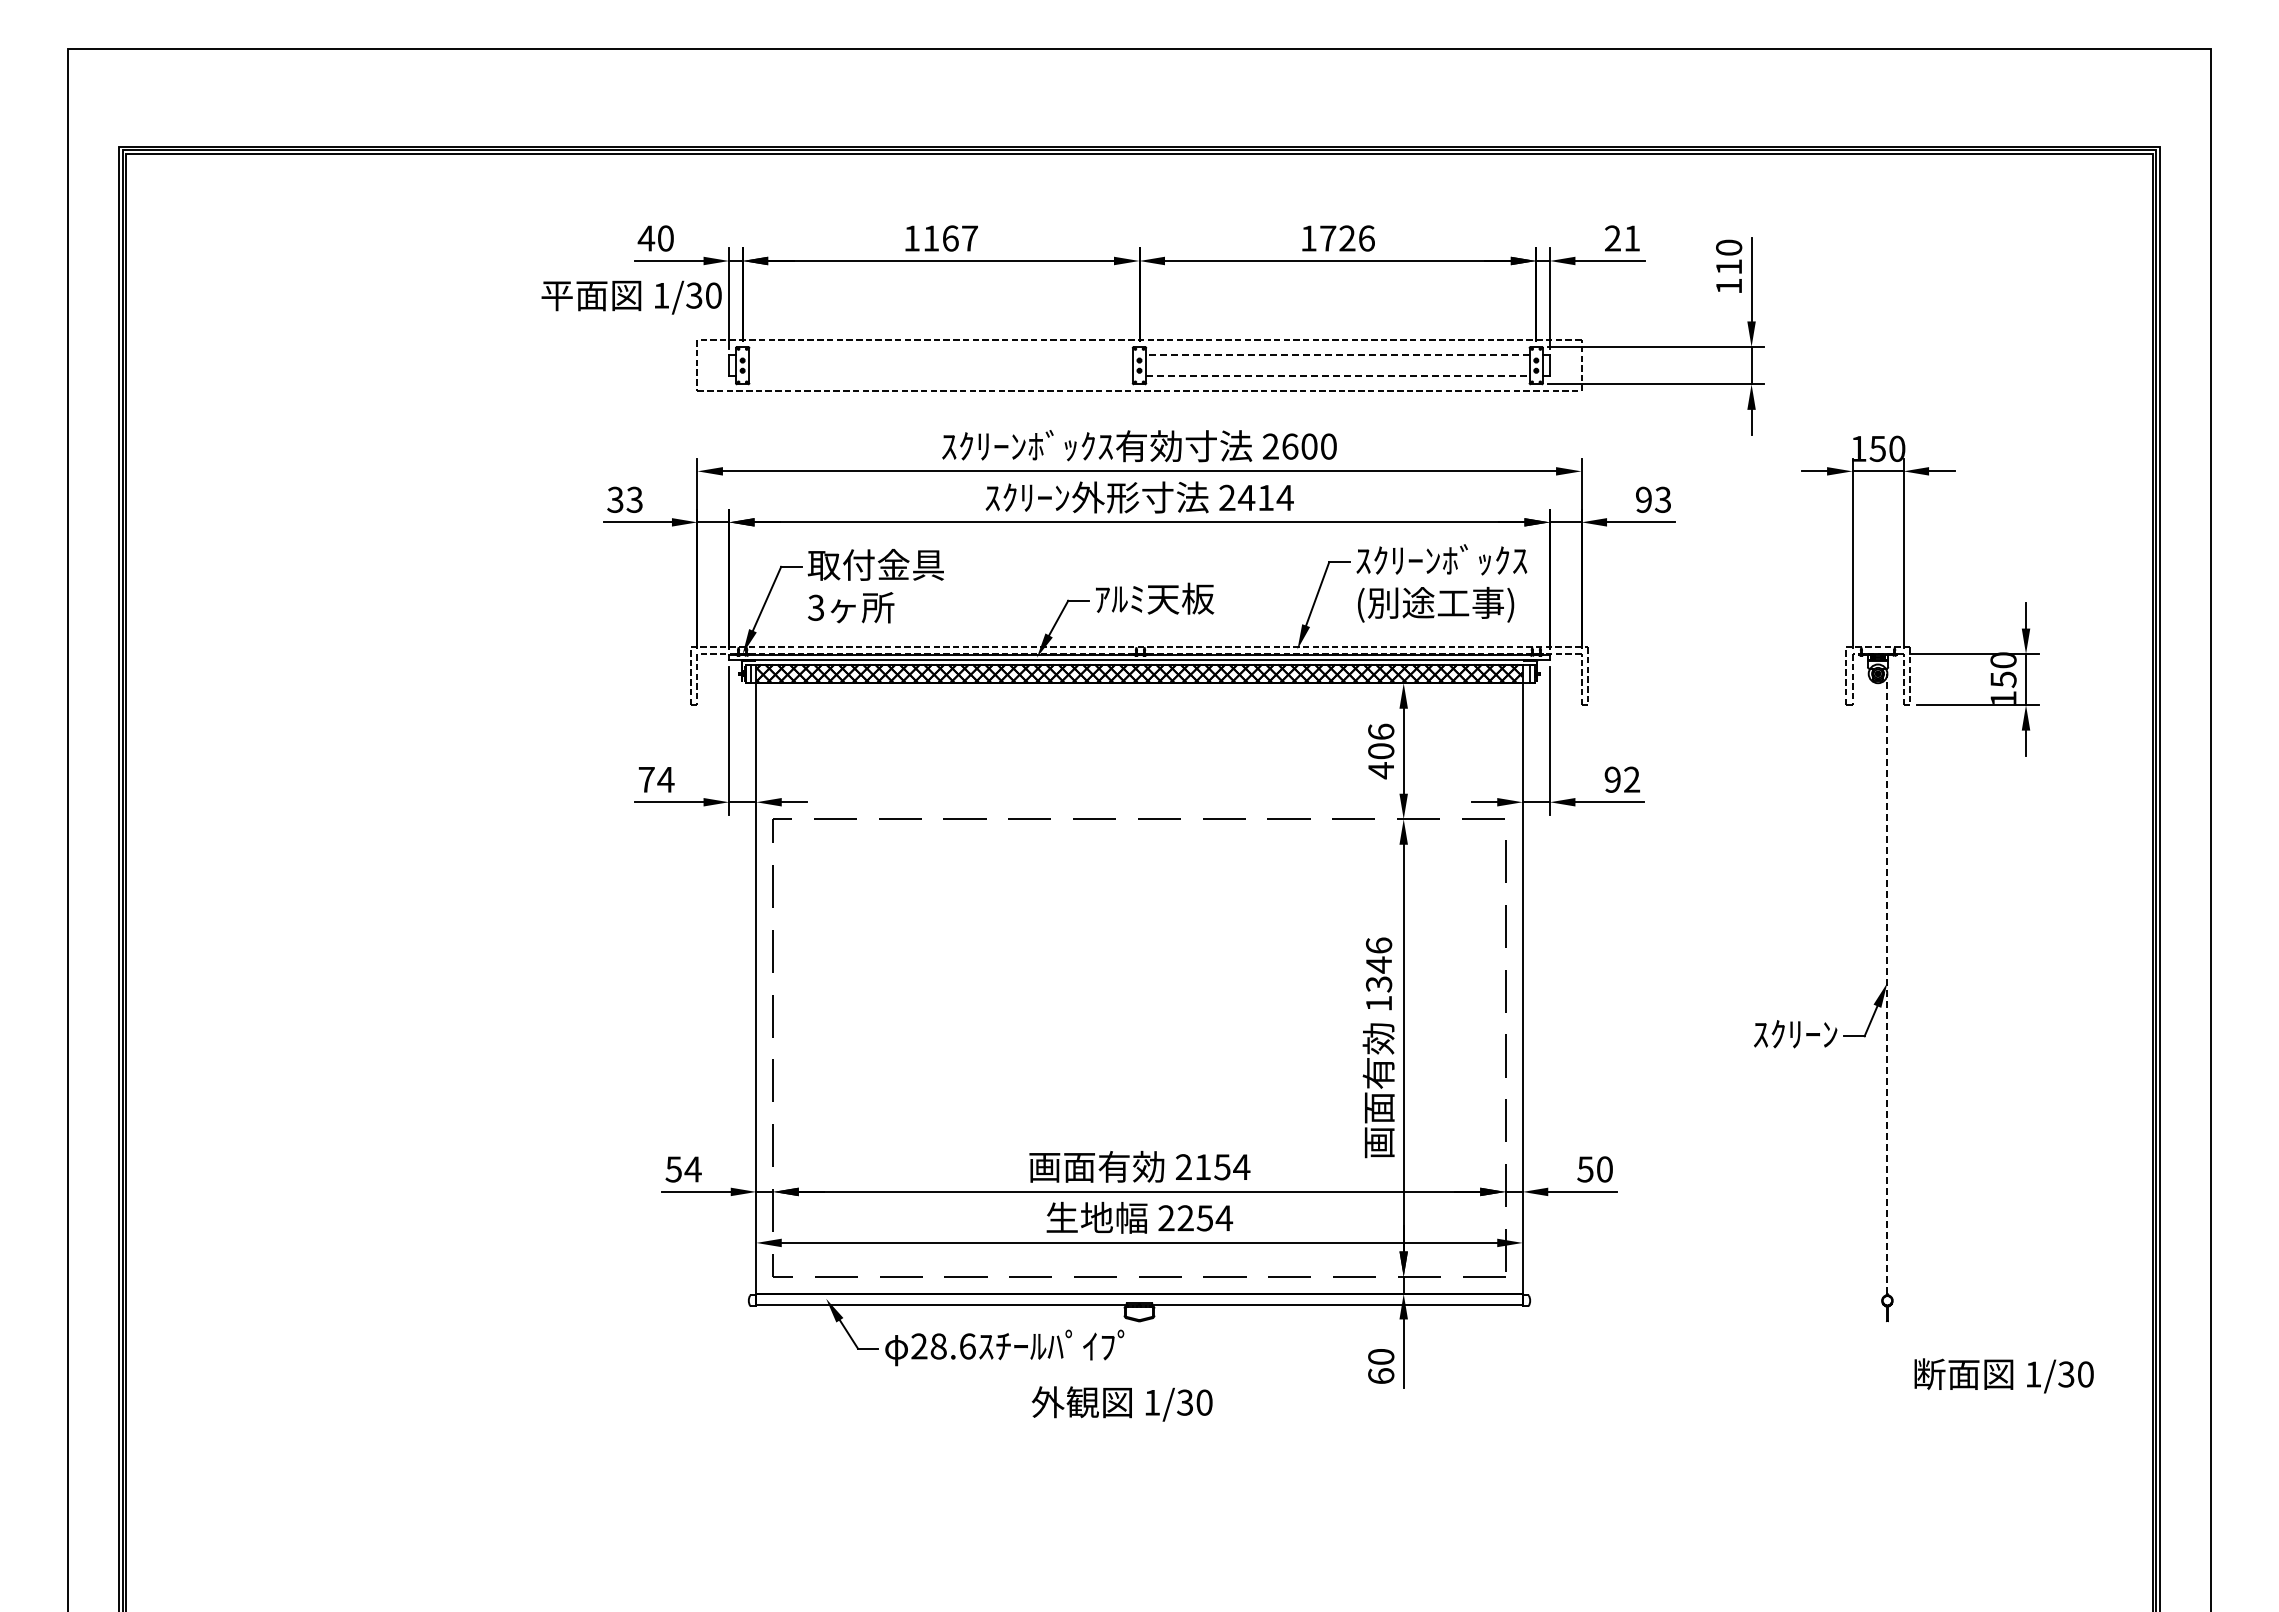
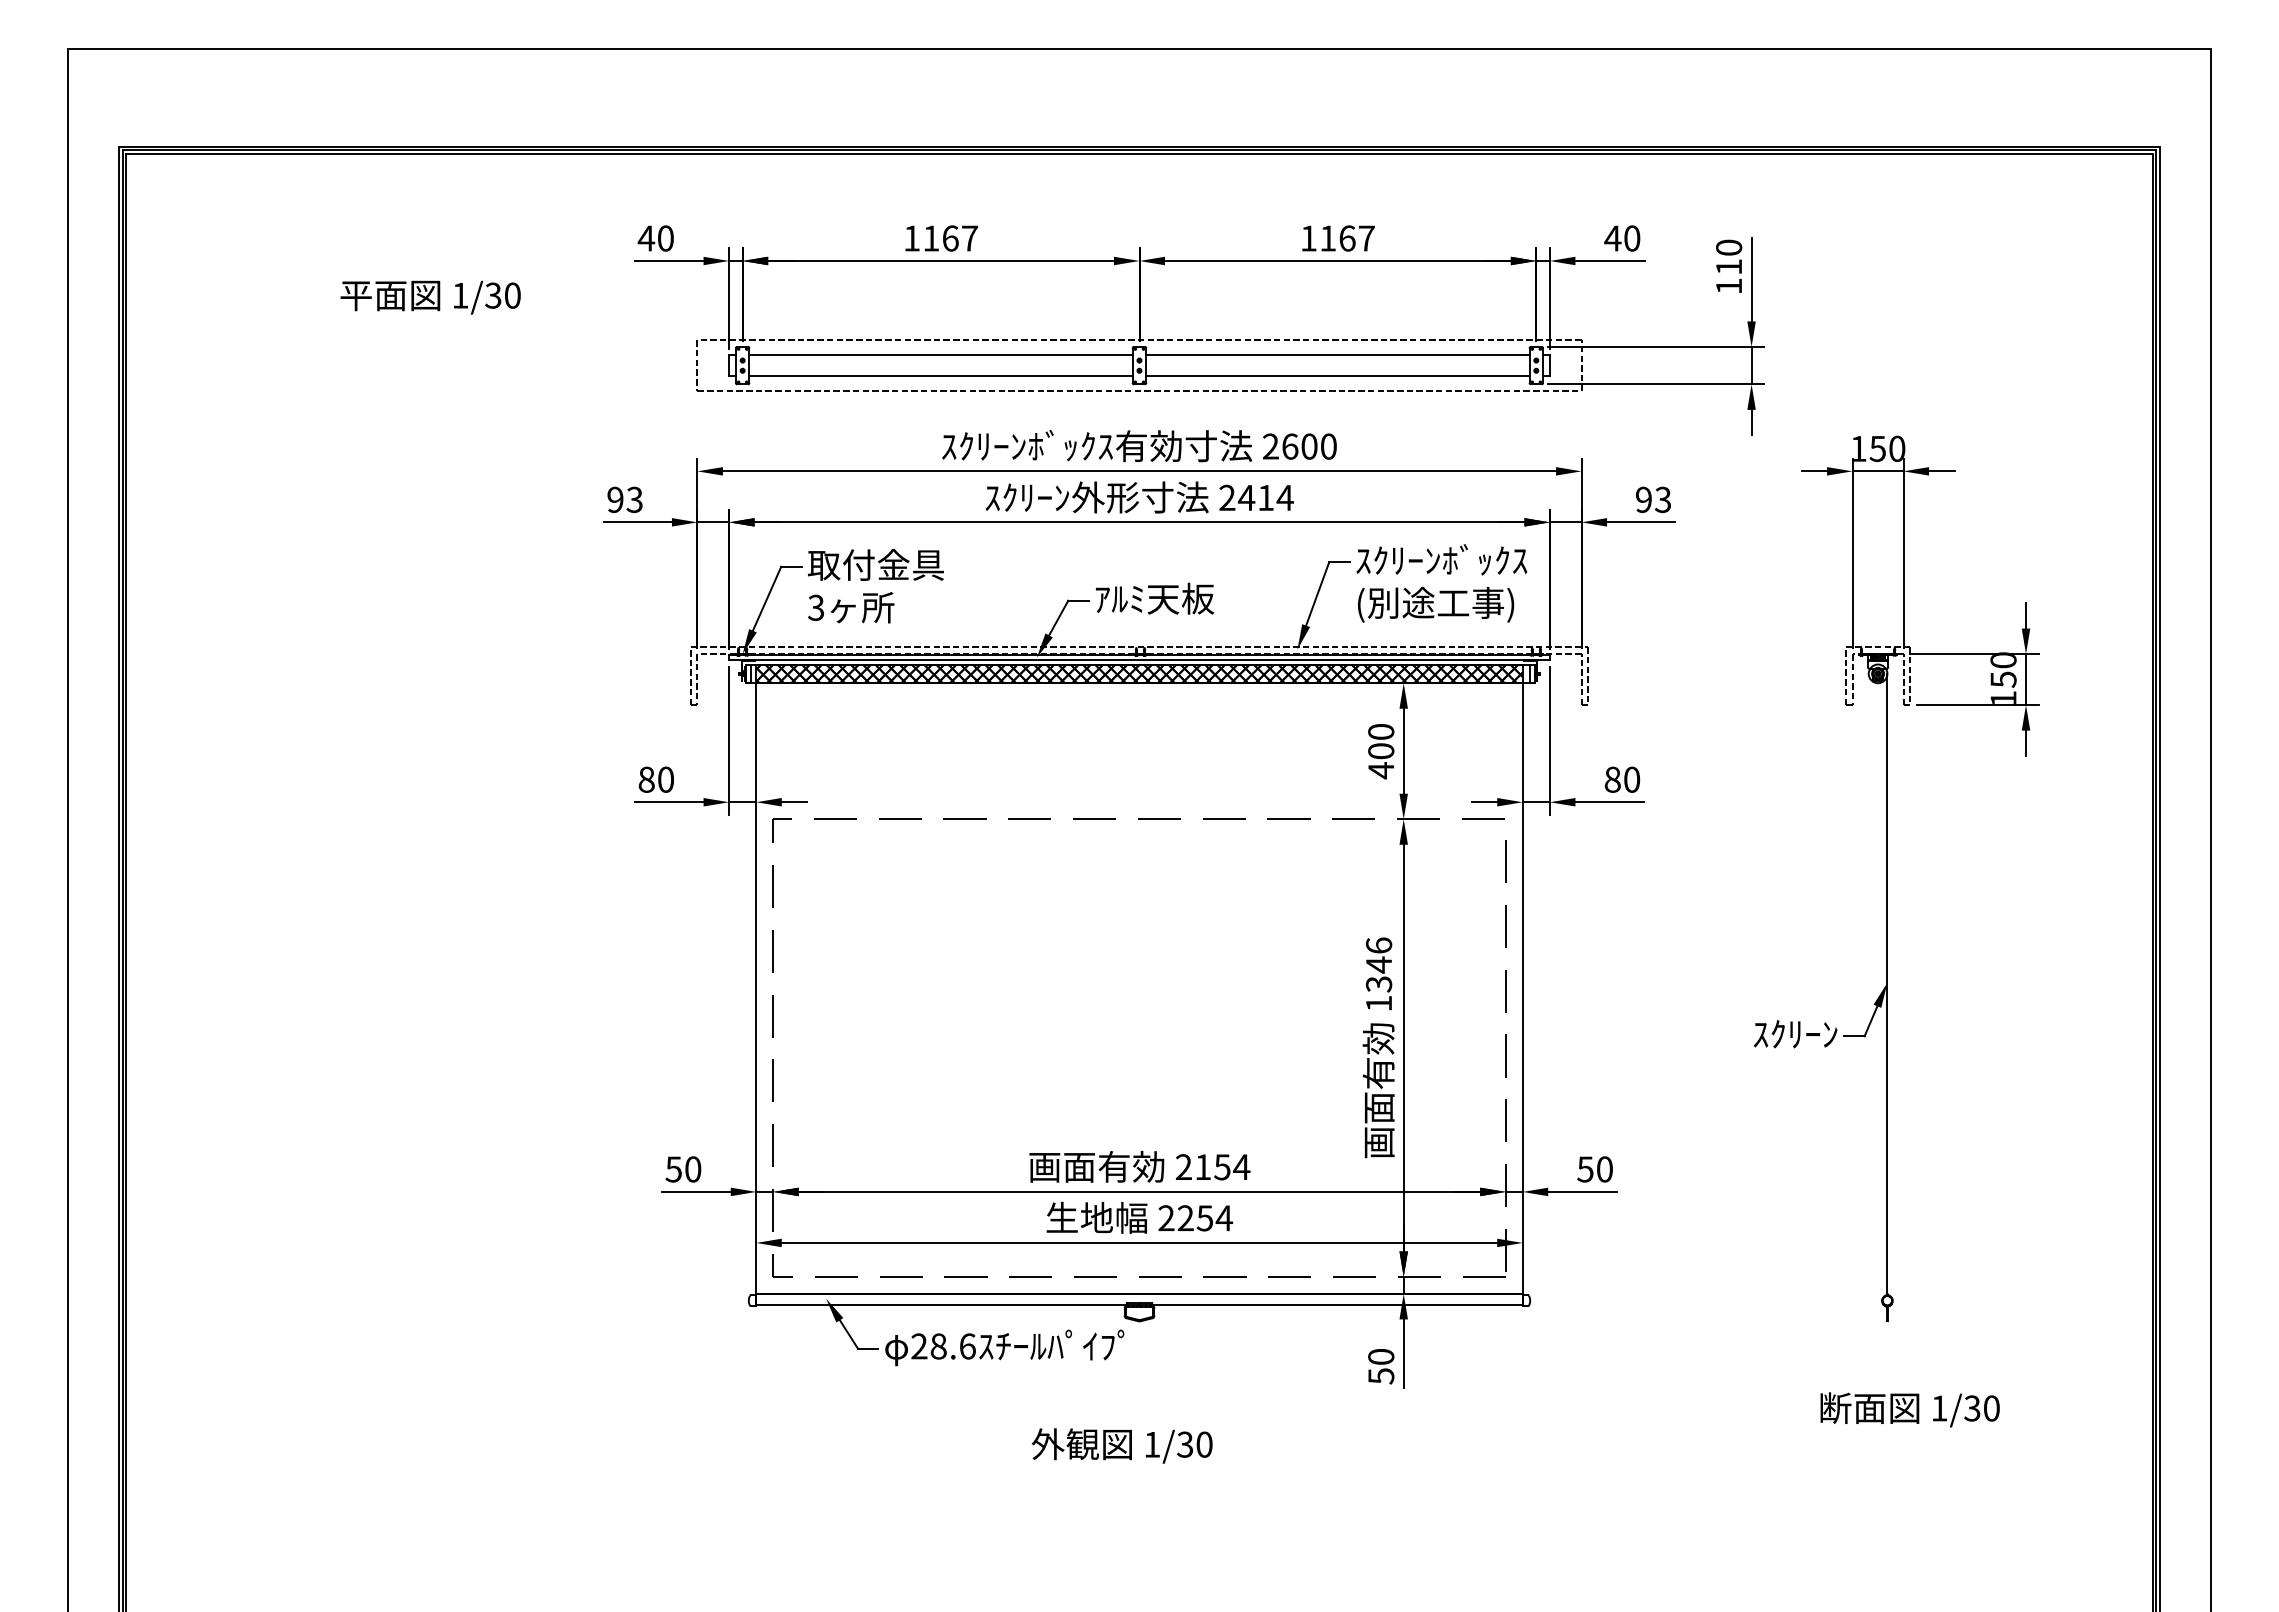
text at (1347, 238): 1726 -> 1167
text at (1622, 238): 21 -> 40
text at (631, 297) position: (631, 297) -> (430, 297)
line at (940, 355): none -> present
line at (1337, 355): dashed -> solid
line at (940, 375): none -> present
line at (1337, 375): dashed -> solid
text at (615, 499): 33 -> 93
text at (1381, 731): 406 -> 400
text at (656, 779): 74 -> 80
text at (1622, 779): 92 -> 80
line at (1887, 983): dashed -> solid
text at (692, 1169): 54 -> 50
text at (2003, 1375) position: (2003, 1375) -> (1909, 1409)
text at (1381, 1376): 60 -> 50
text at (1121, 1403) position: (1121, 1403) -> (1121, 1445)
